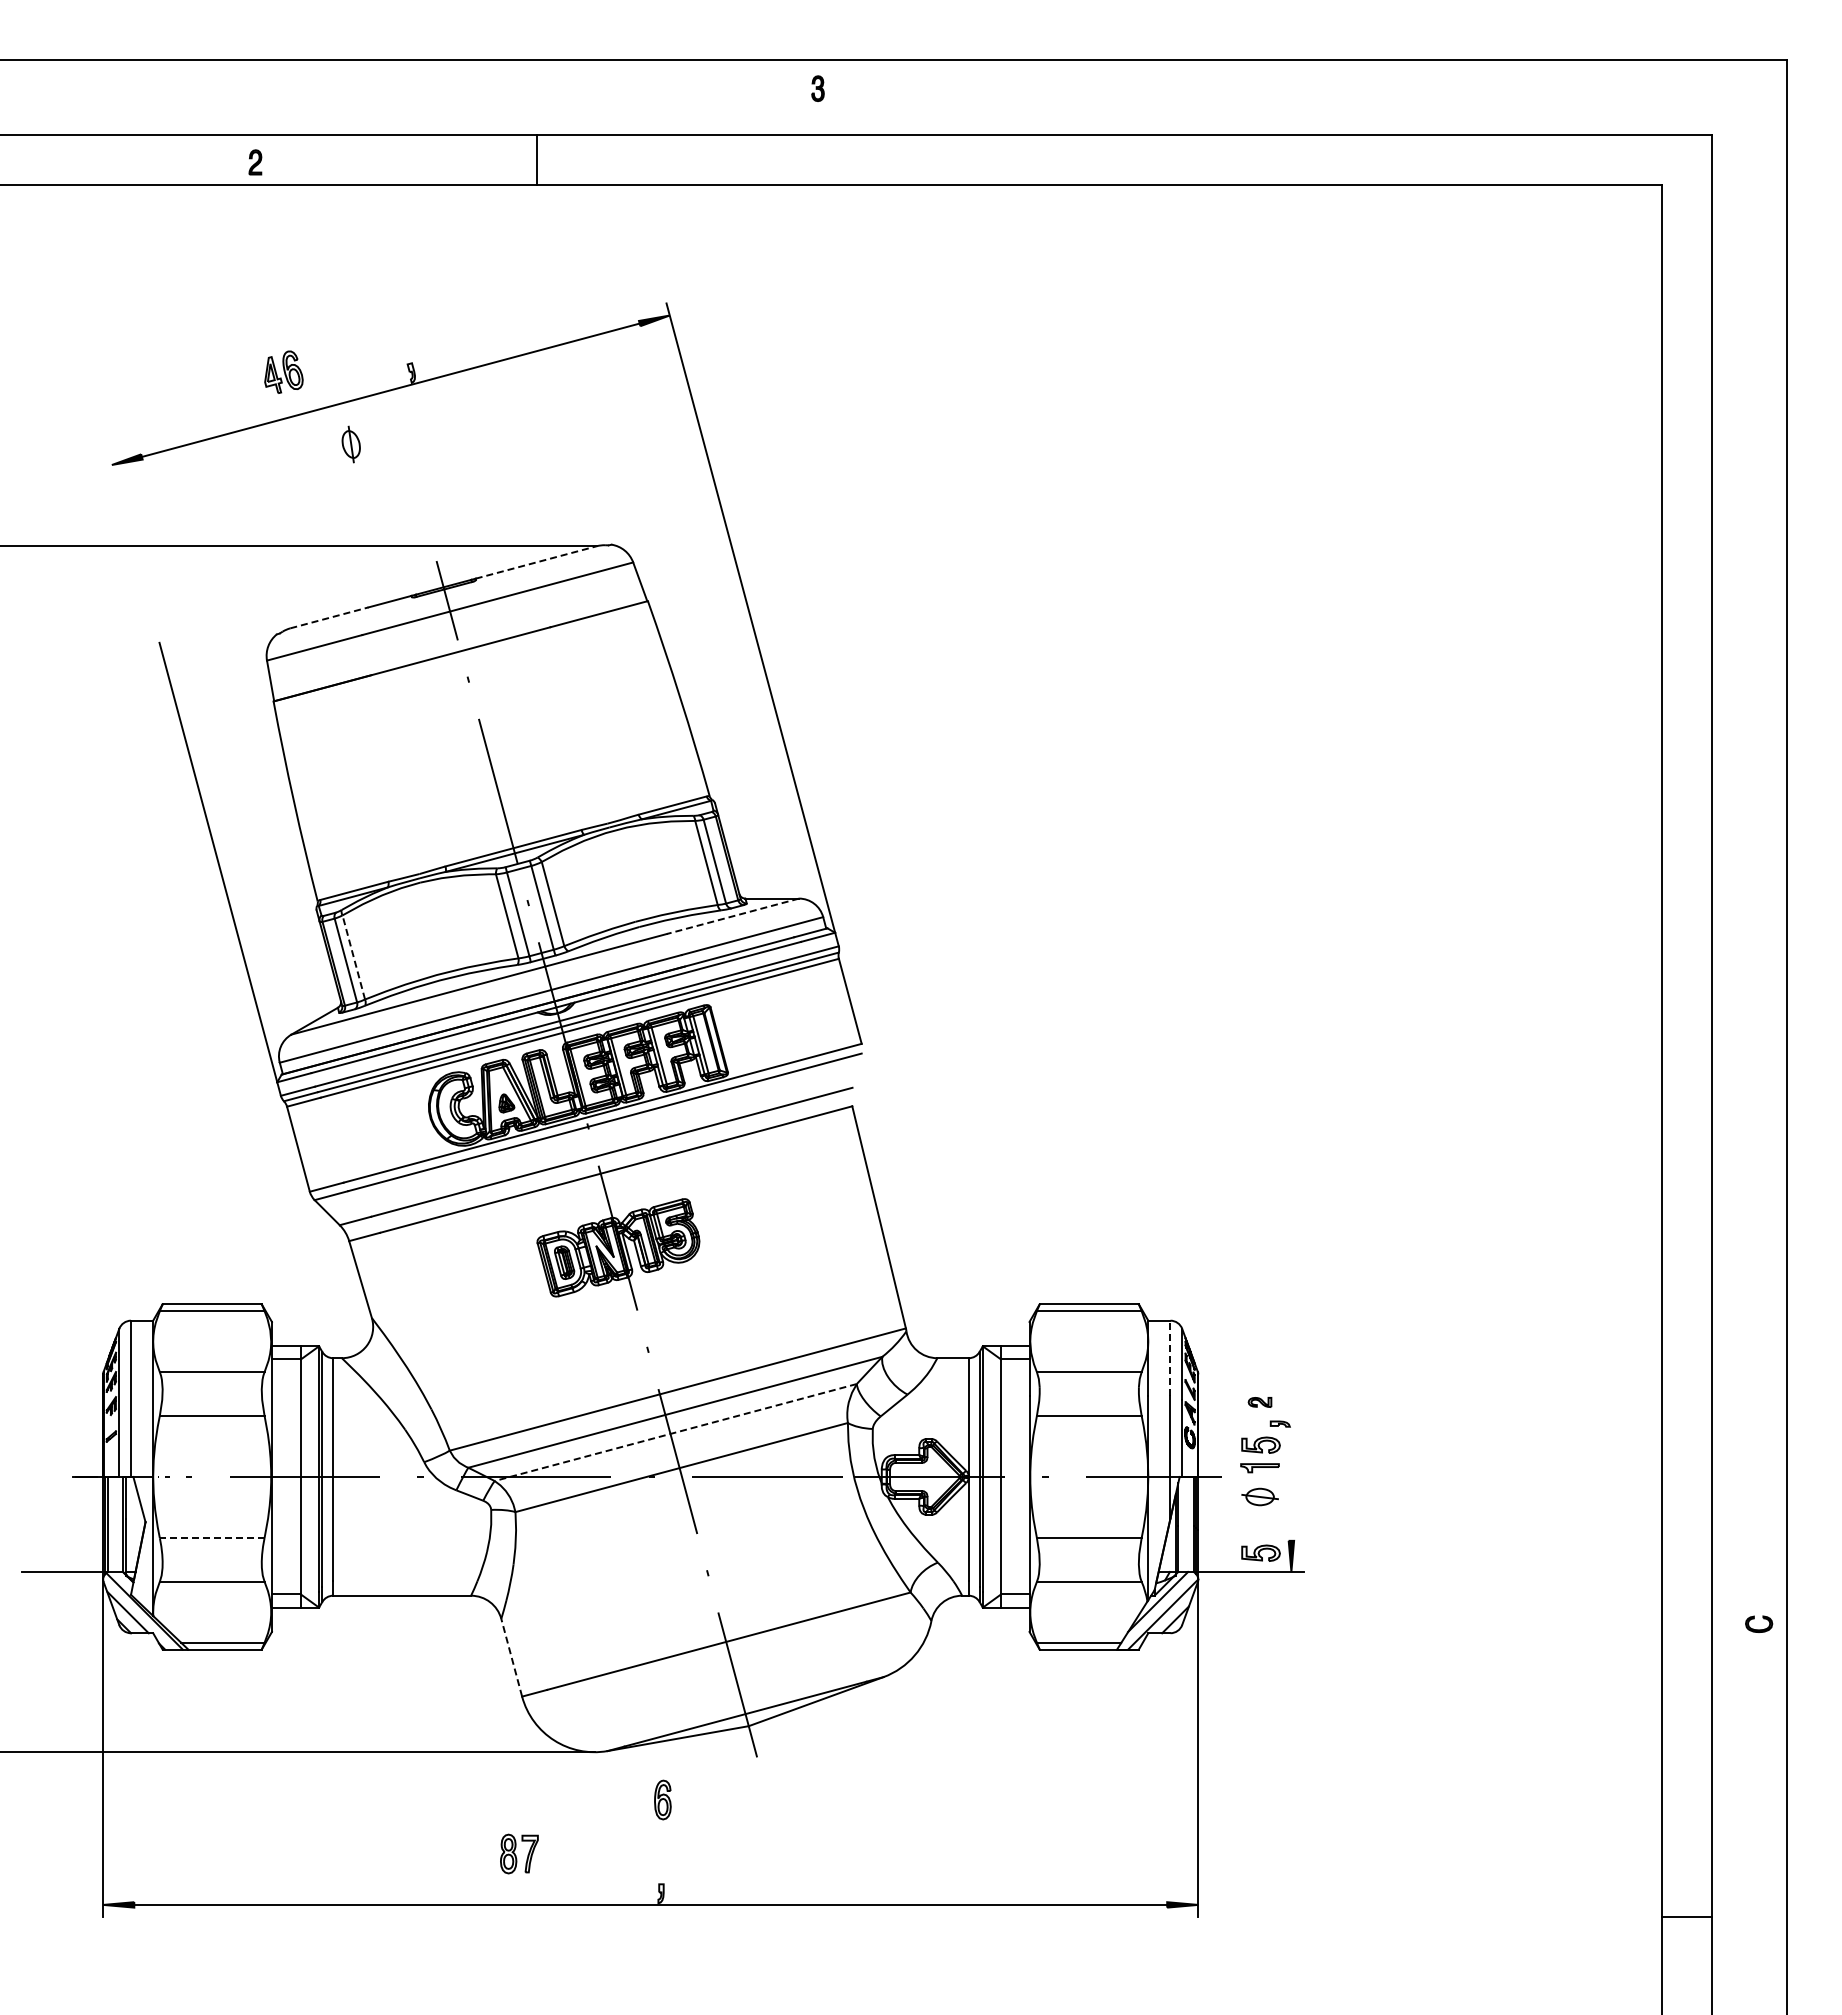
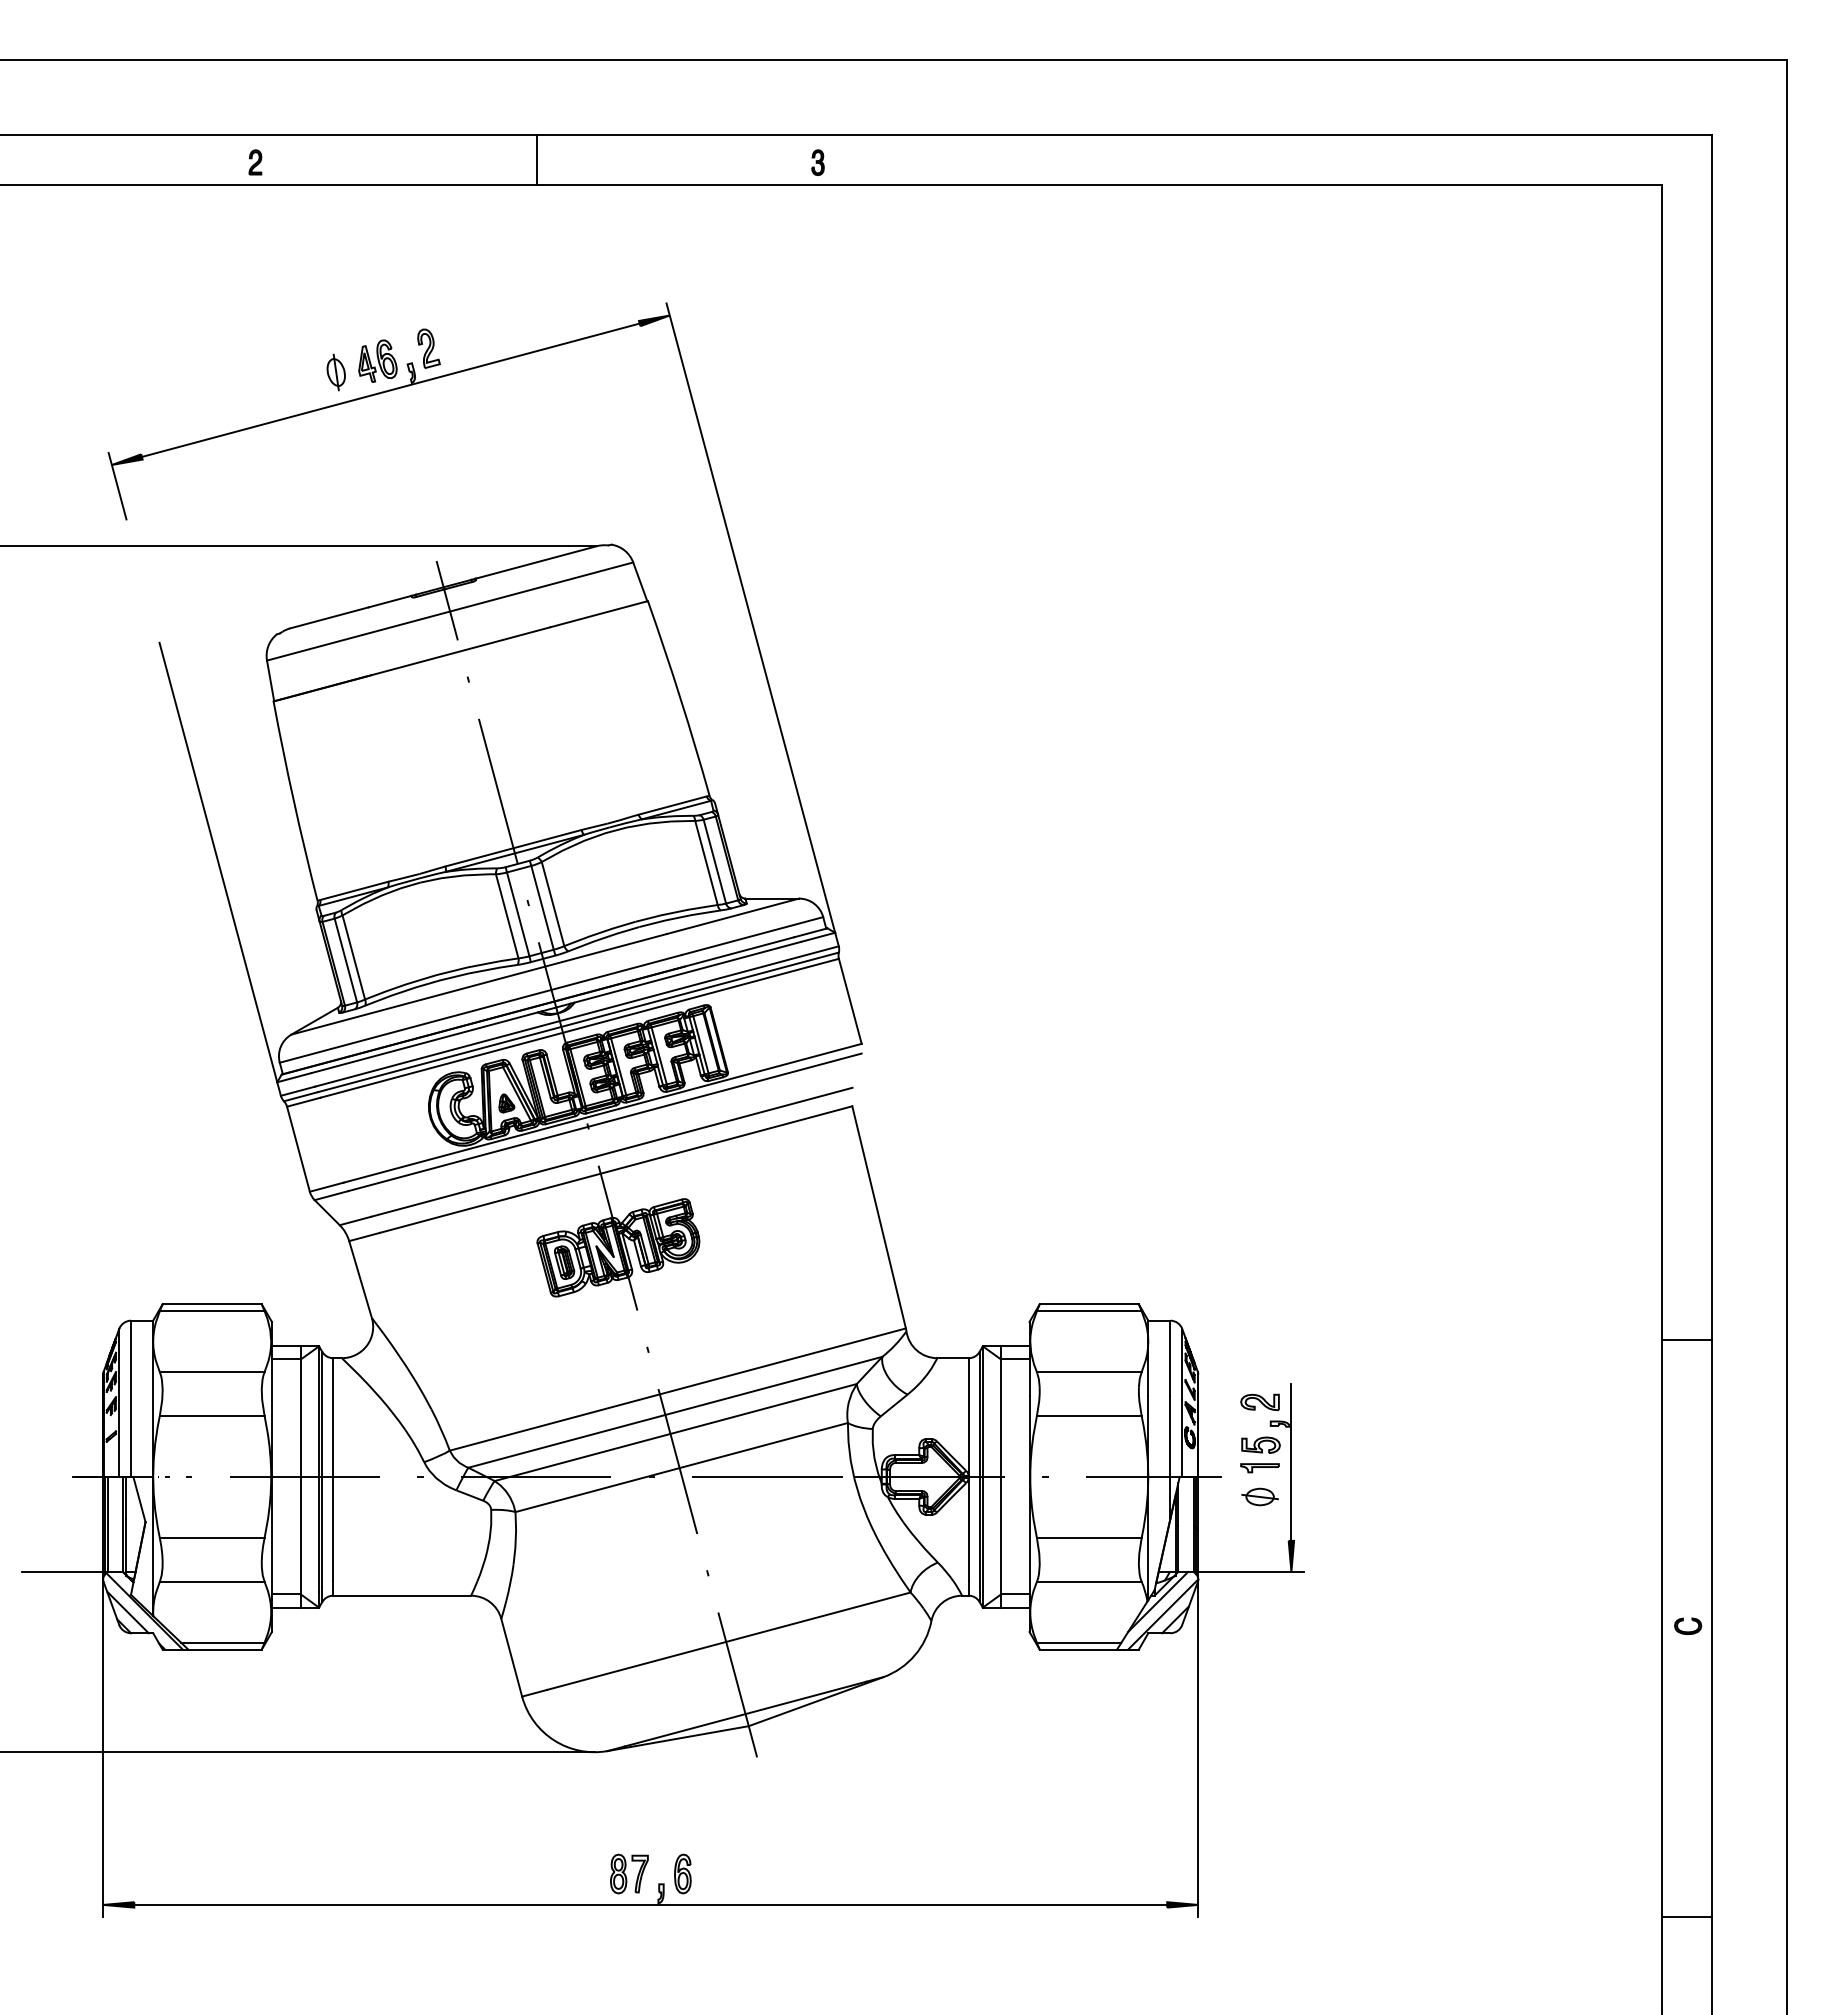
part at (817, 88) position: (817, 88) -> (817, 162)
part at (428, 348): none -> present
part at (283, 371) position: (283, 371) -> (377, 360)
part at (350, 444) position: (350, 444) -> (335, 372)
line at (117, 485): none -> present
line at (536, 562): dashed -> solid
line at (329, 617): dashed -> solid
line at (732, 916): dashed -> solid
line at (353, 957): dashed -> solid
line at (1686, 1339): none -> present
line at (1170, 1357): dashed -> solid
part at (1259, 1402) size: 26x11 px -> 40x19 px
line at (675, 1432): dashed -> solid
line at (1291, 1462): none -> present
line at (211, 1538): dashed -> solid
part at (1260, 1552): present -> none
part at (1759, 1623) position: (1759, 1623) -> (1688, 1625)
line at (511, 1657): dashed -> solid
part at (662, 1799) position: (662, 1799) -> (682, 1873)
part at (519, 1853) position: (519, 1853) -> (629, 1873)
